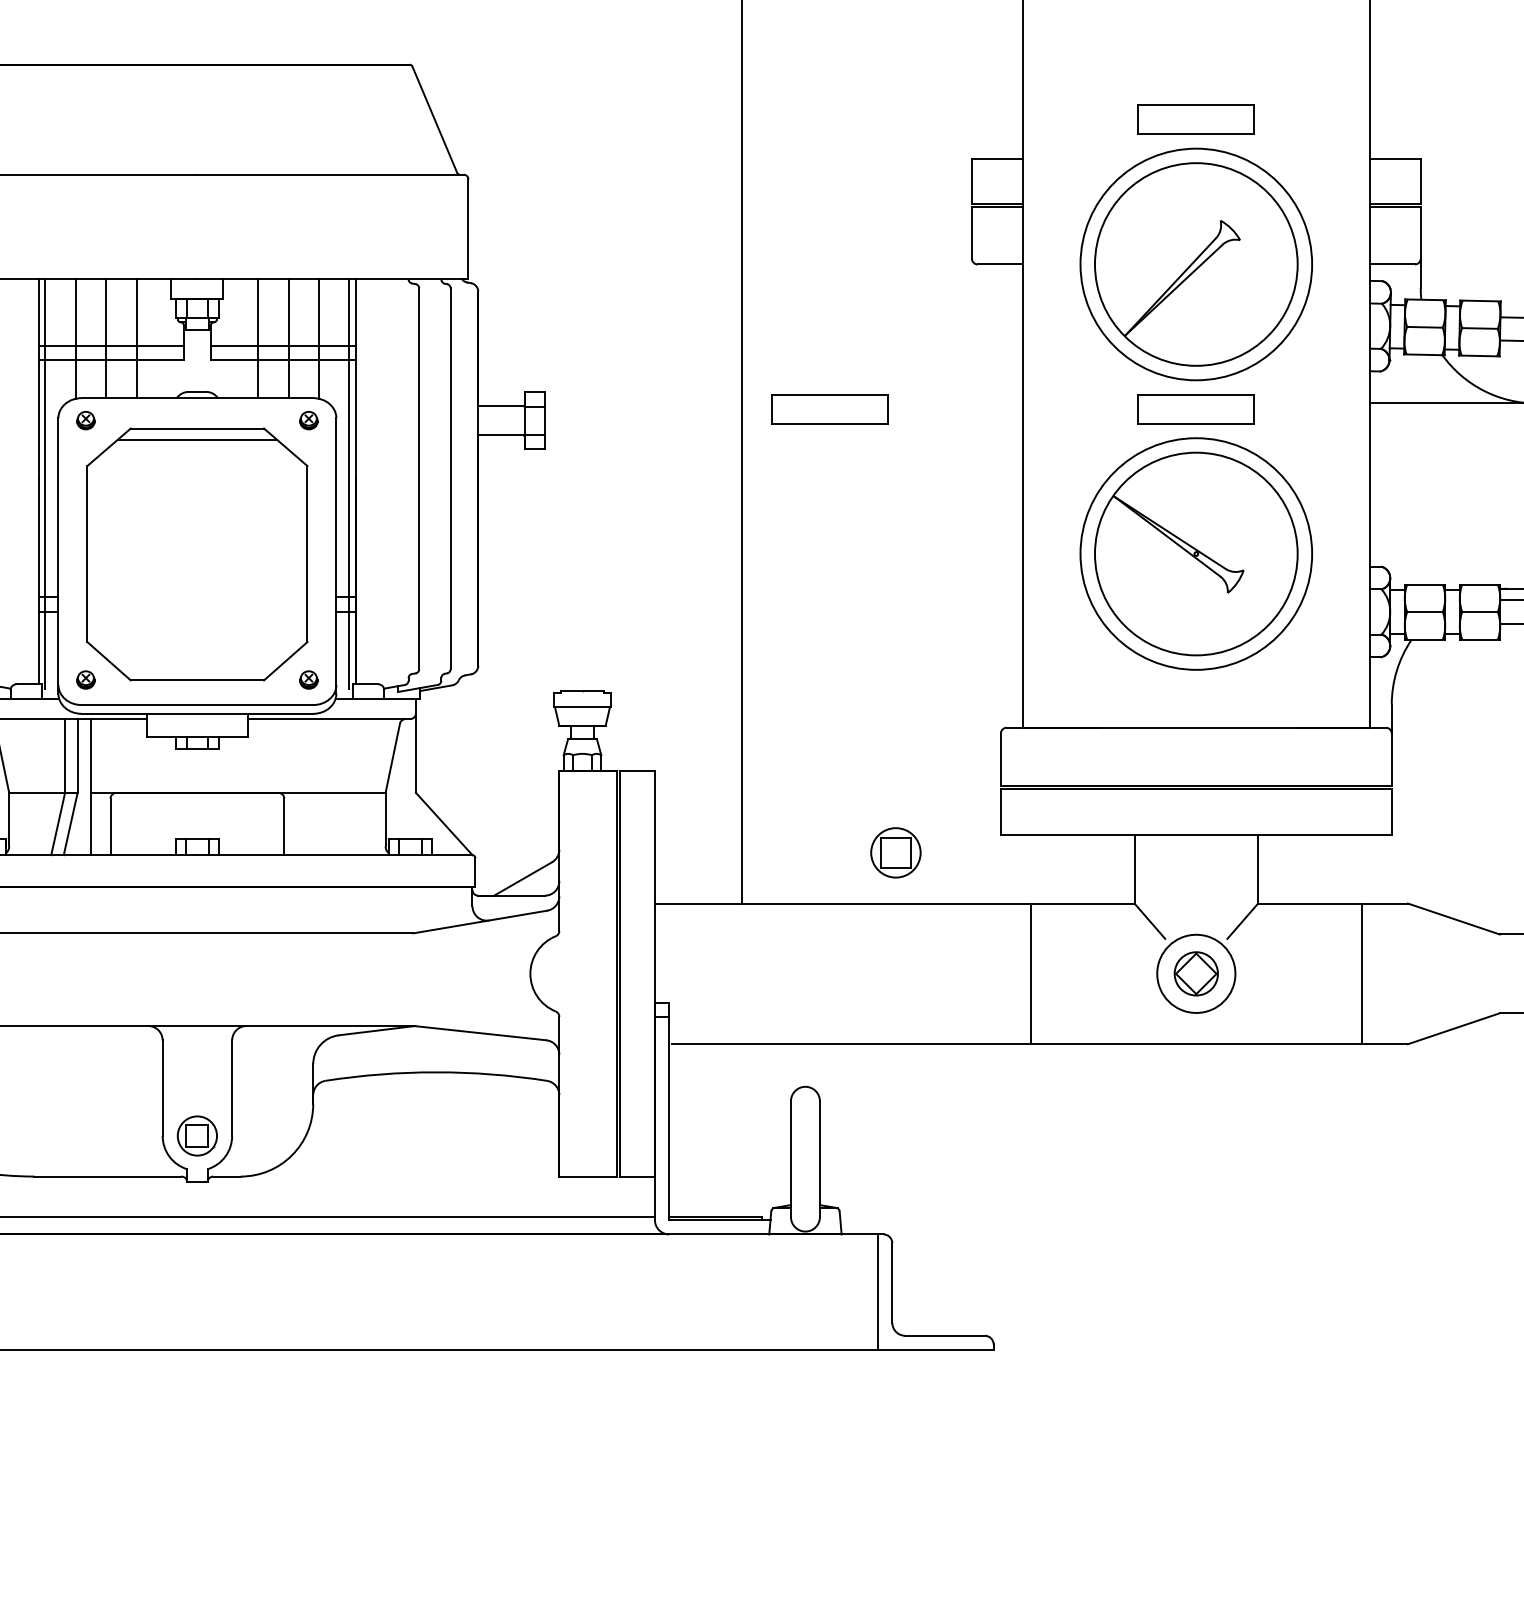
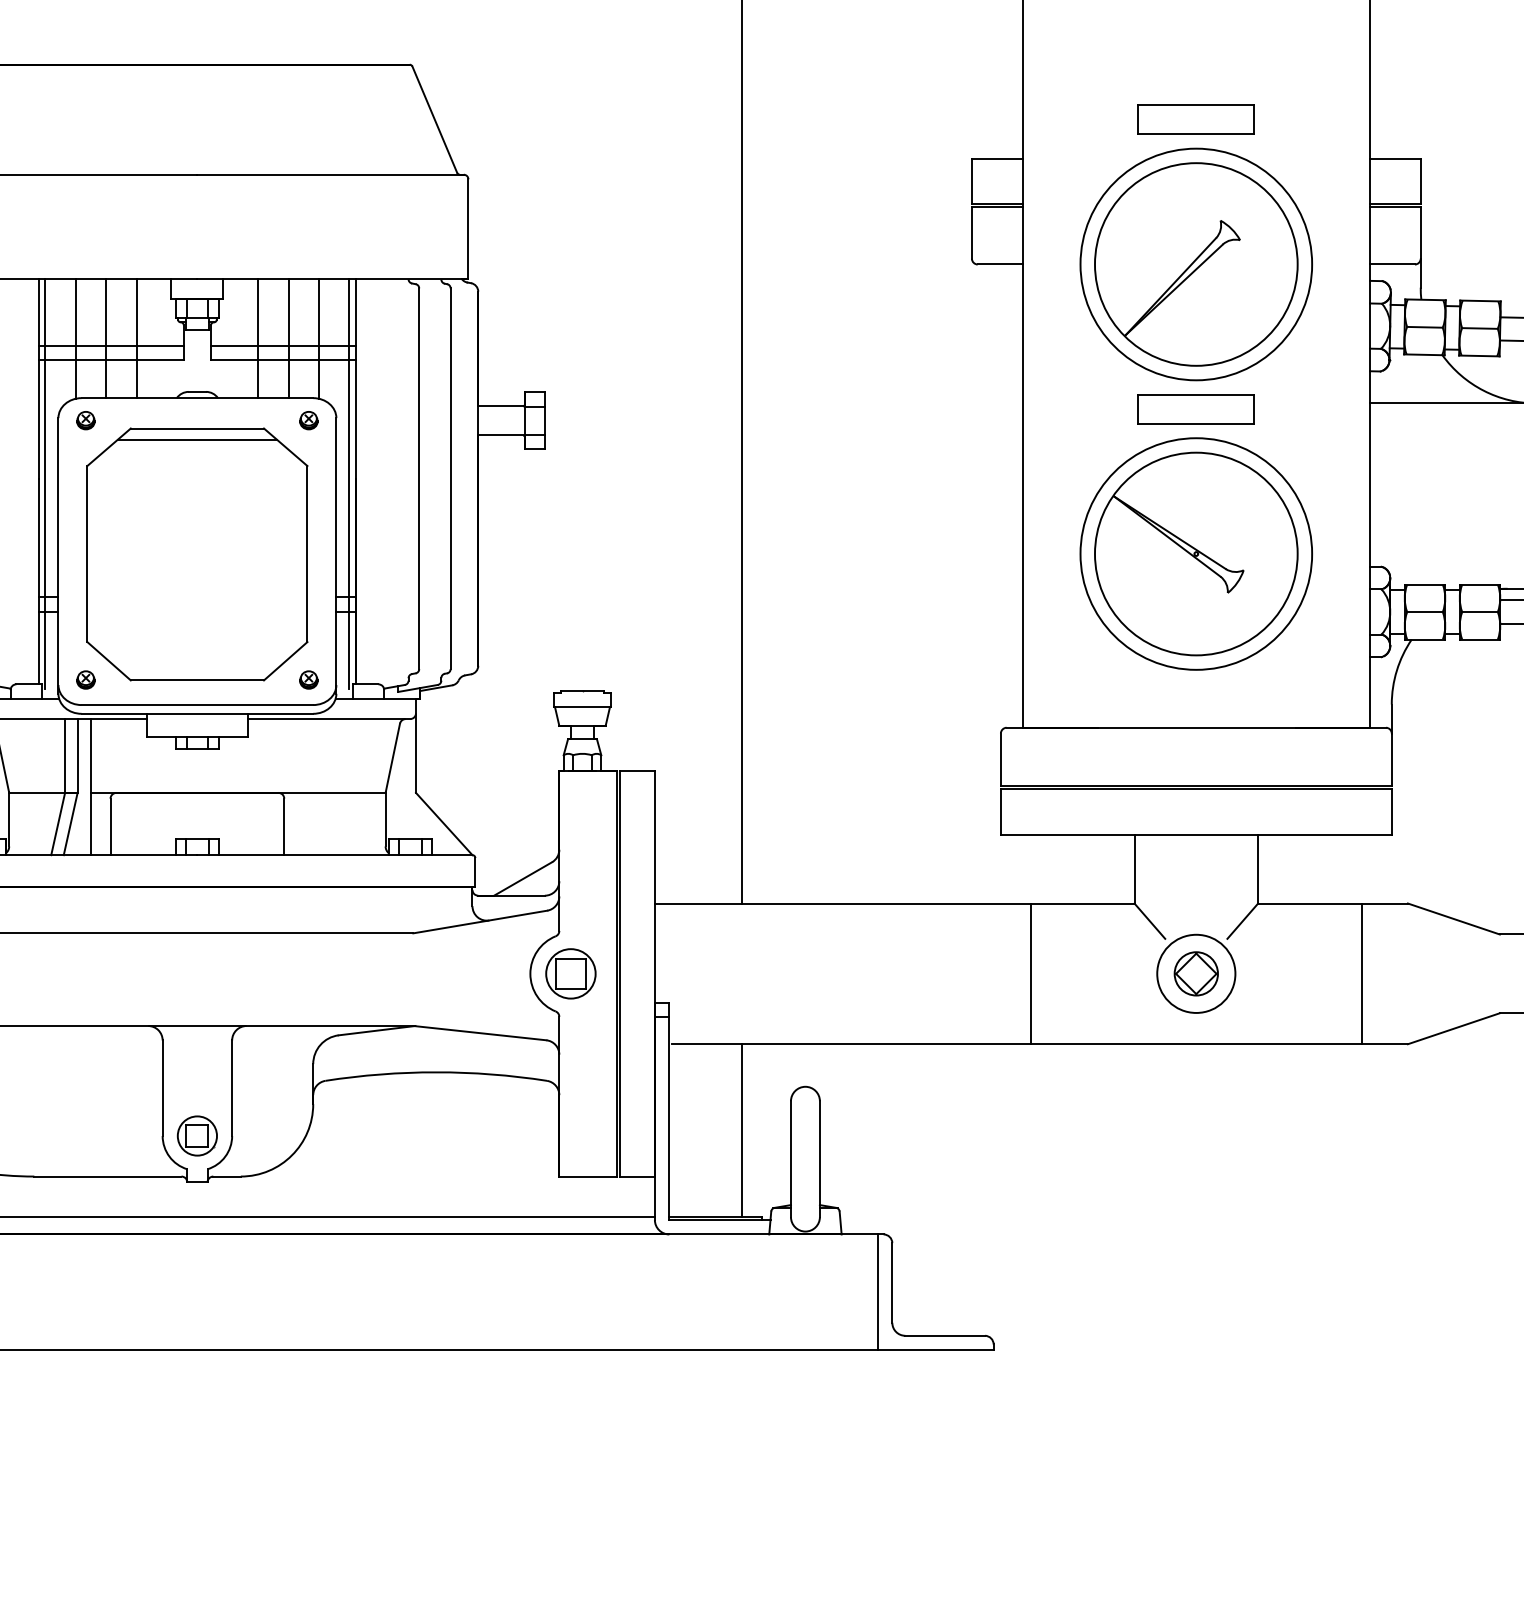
part at (829, 409): present -> none
part at (895, 852) position: (895, 852) -> (570, 973)
line at (742, 1130): none -> present
